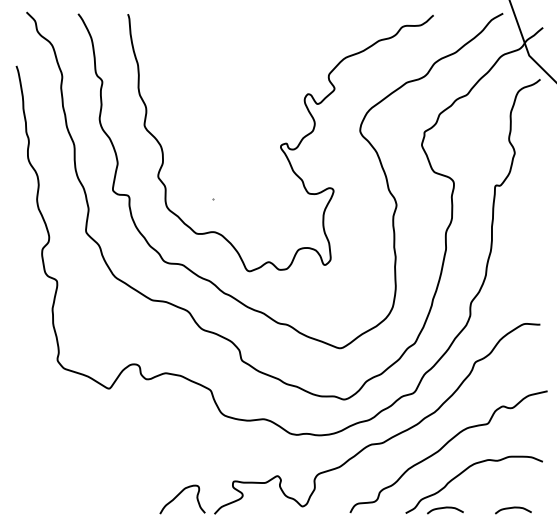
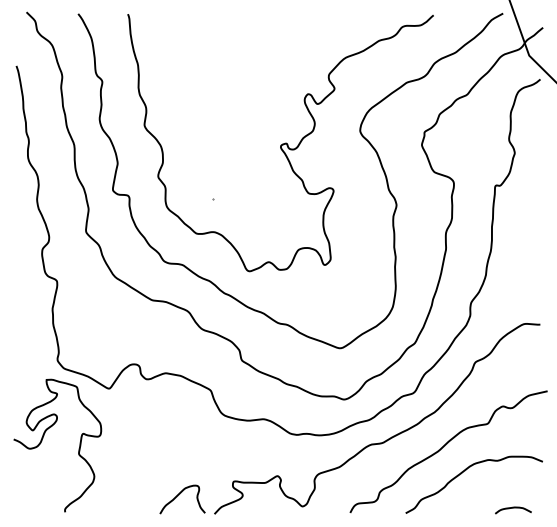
curve at (42, 441): none -> present
curve at (445, 508): present -> none
